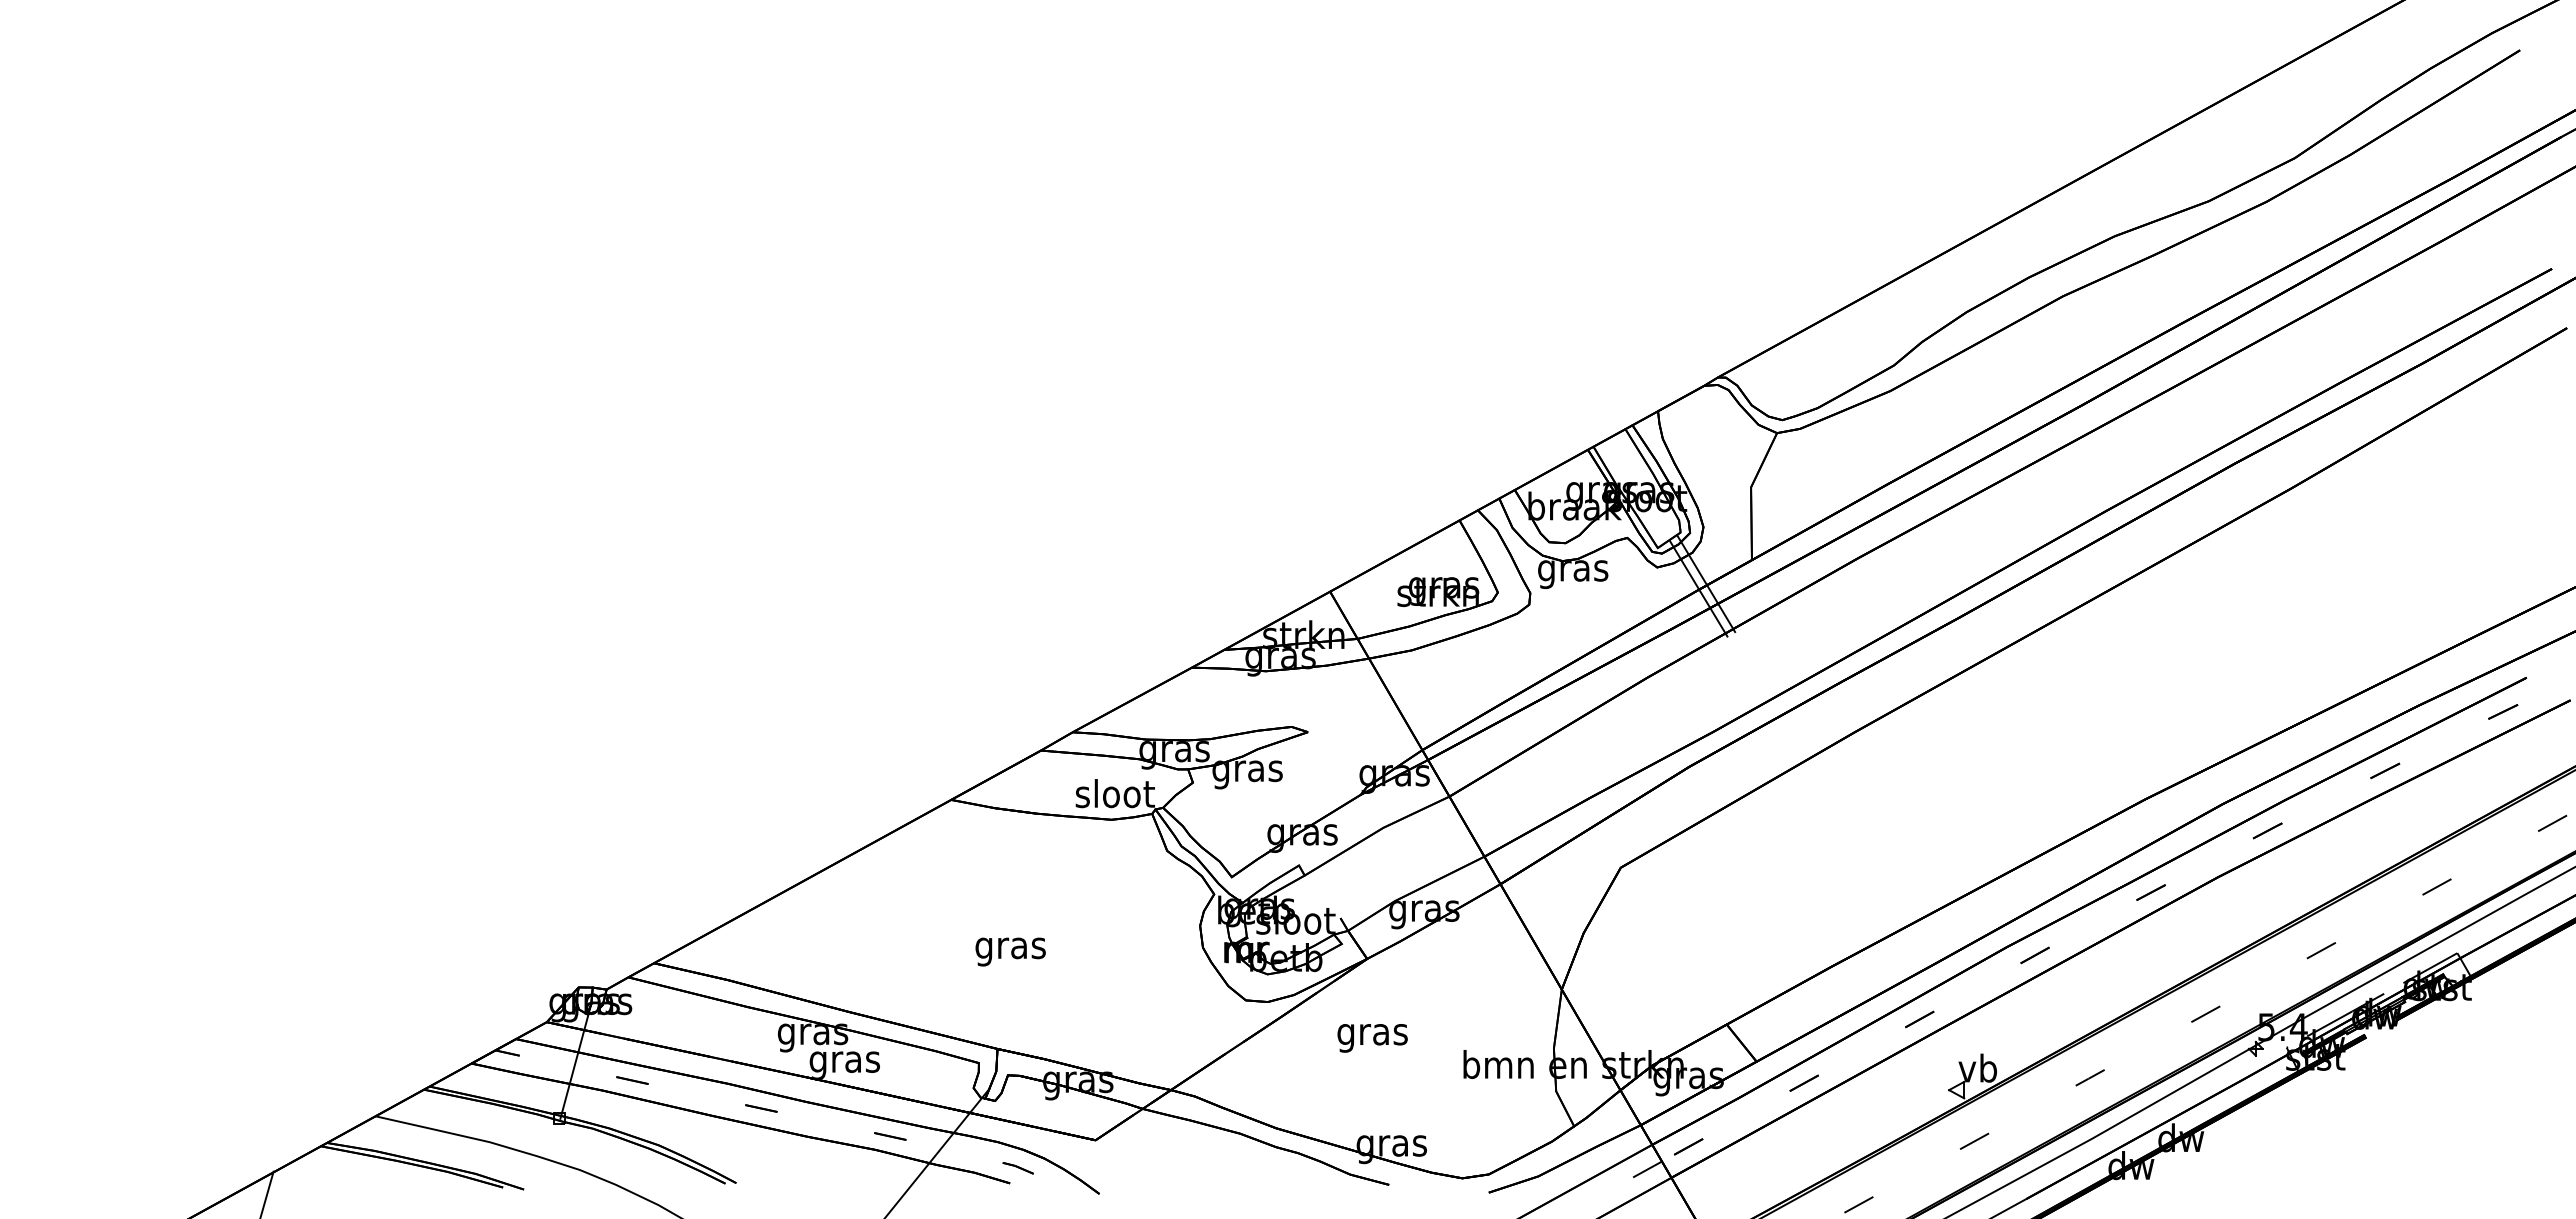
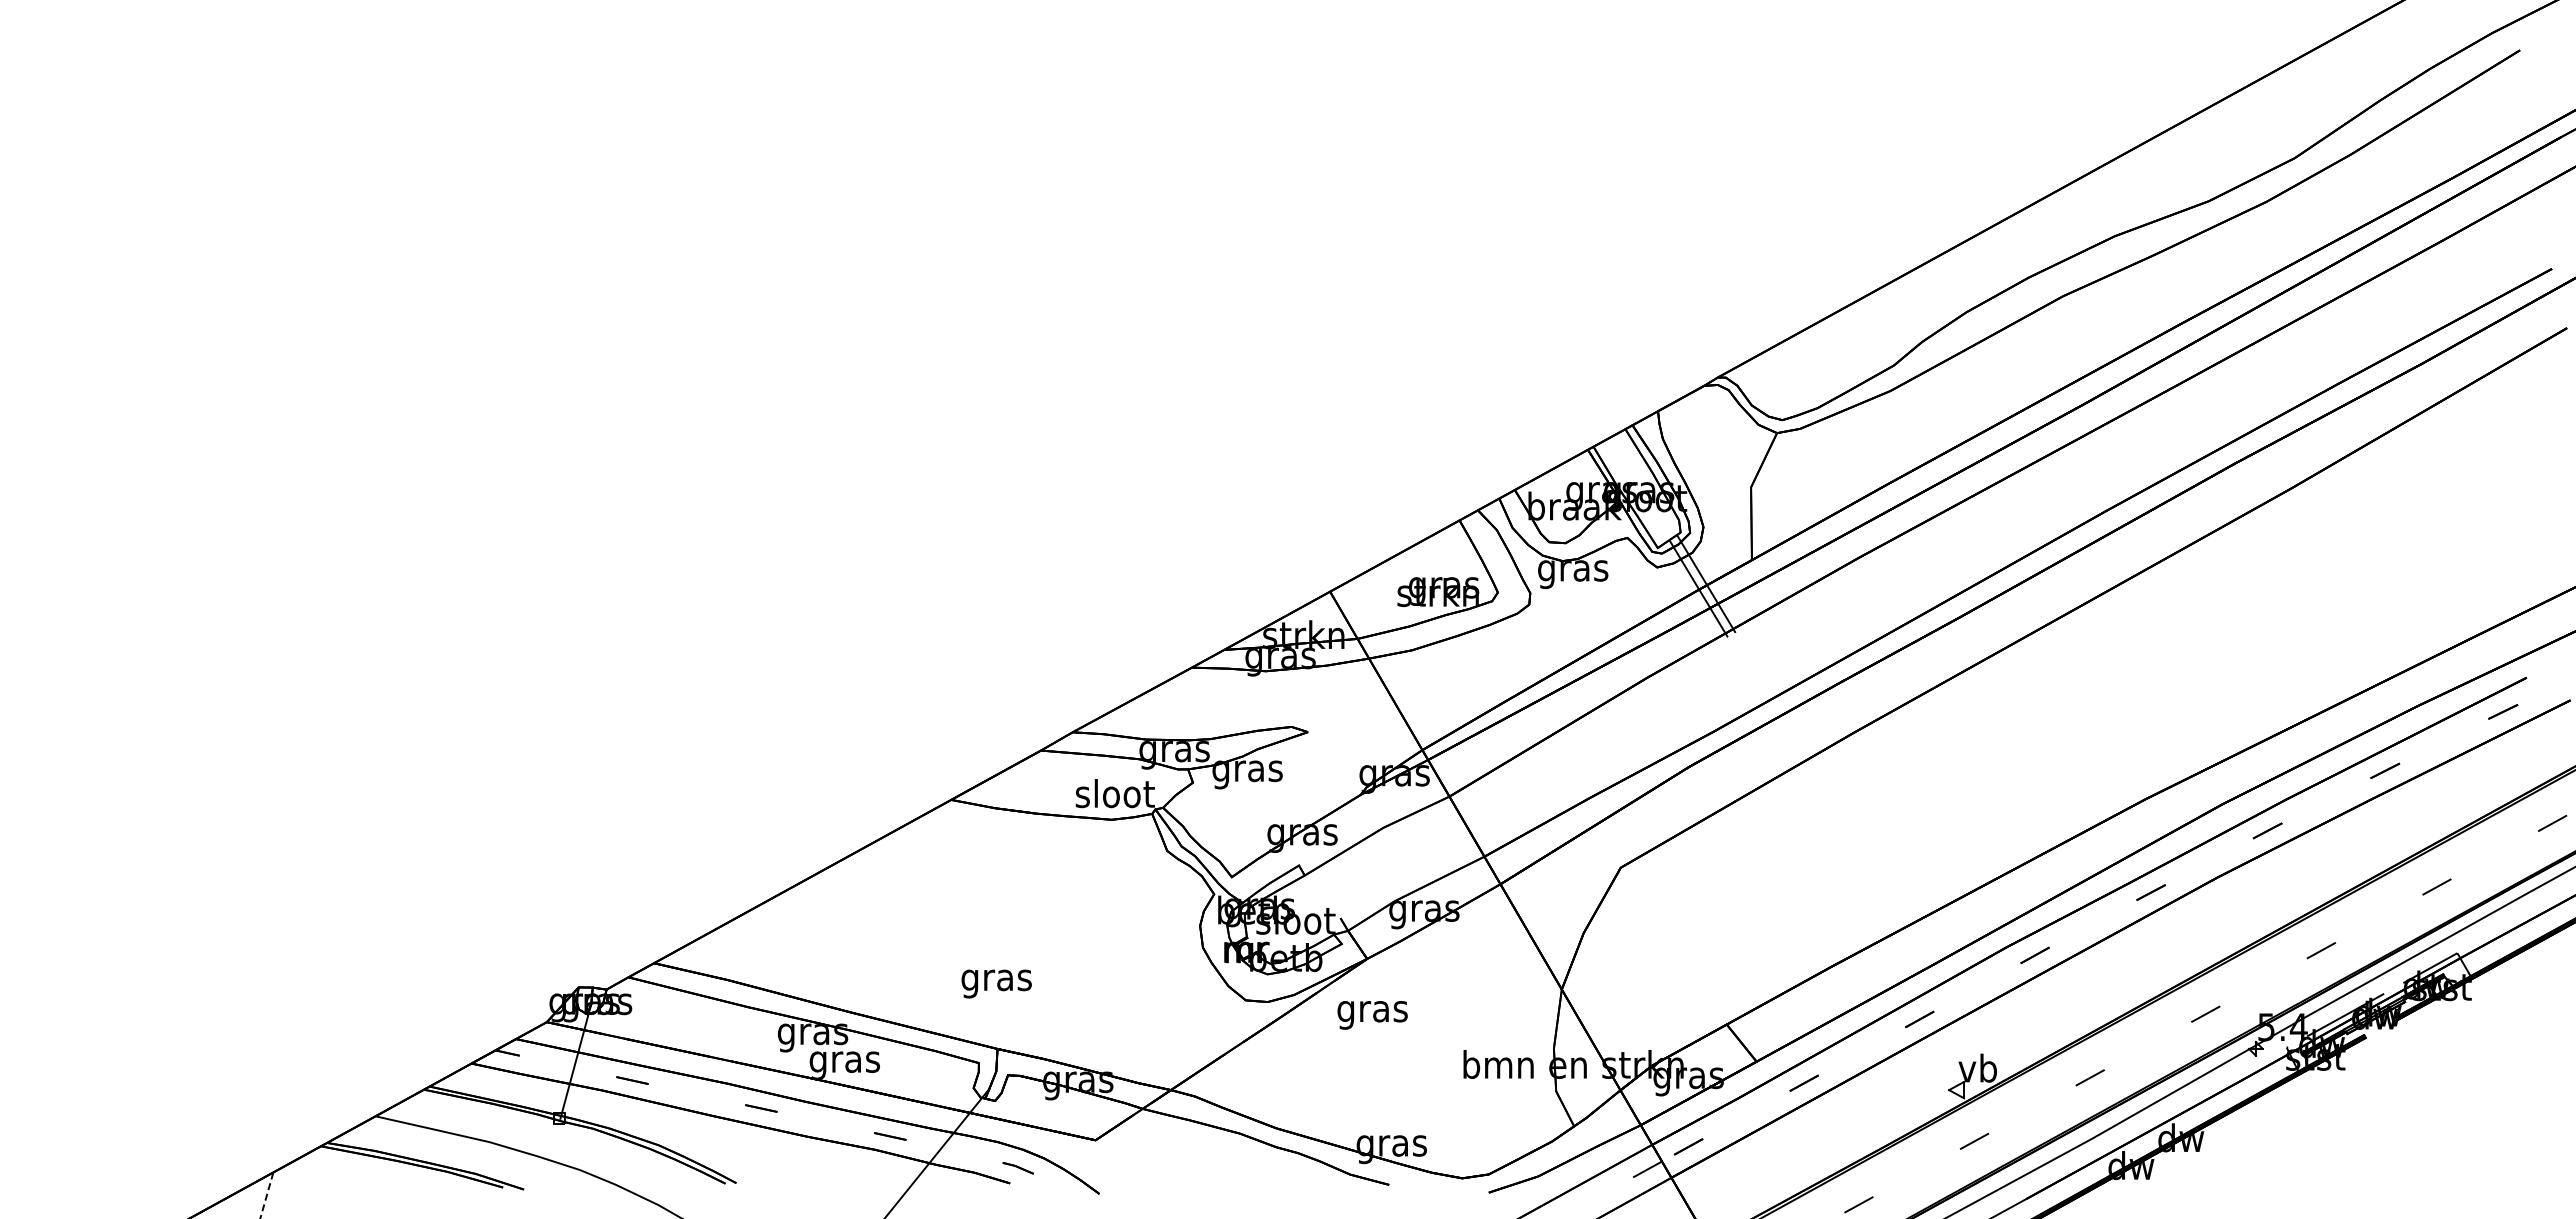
text at (1010, 951) position: (1010, 951) -> (996, 983)
text at (1372, 1038) position: (1372, 1038) -> (1372, 1015)
line at (266, 1195): solid -> dashed
